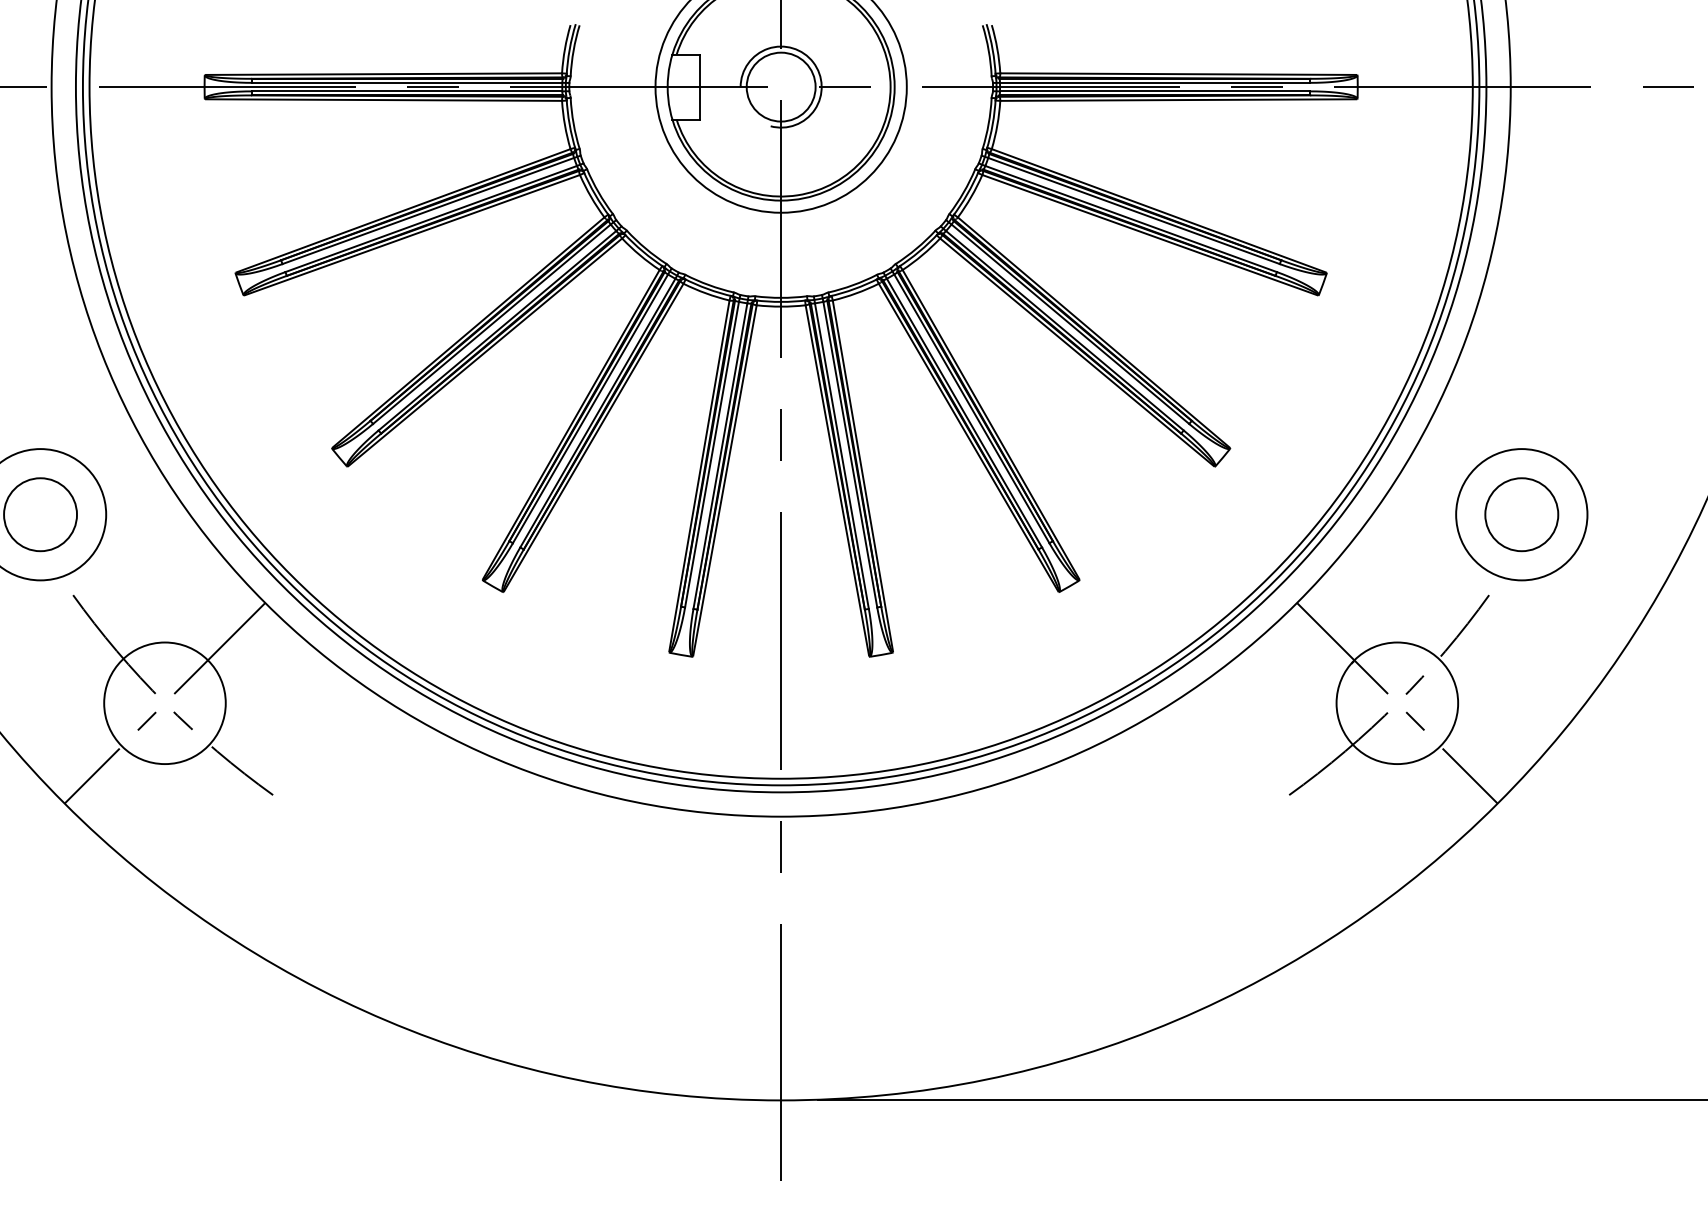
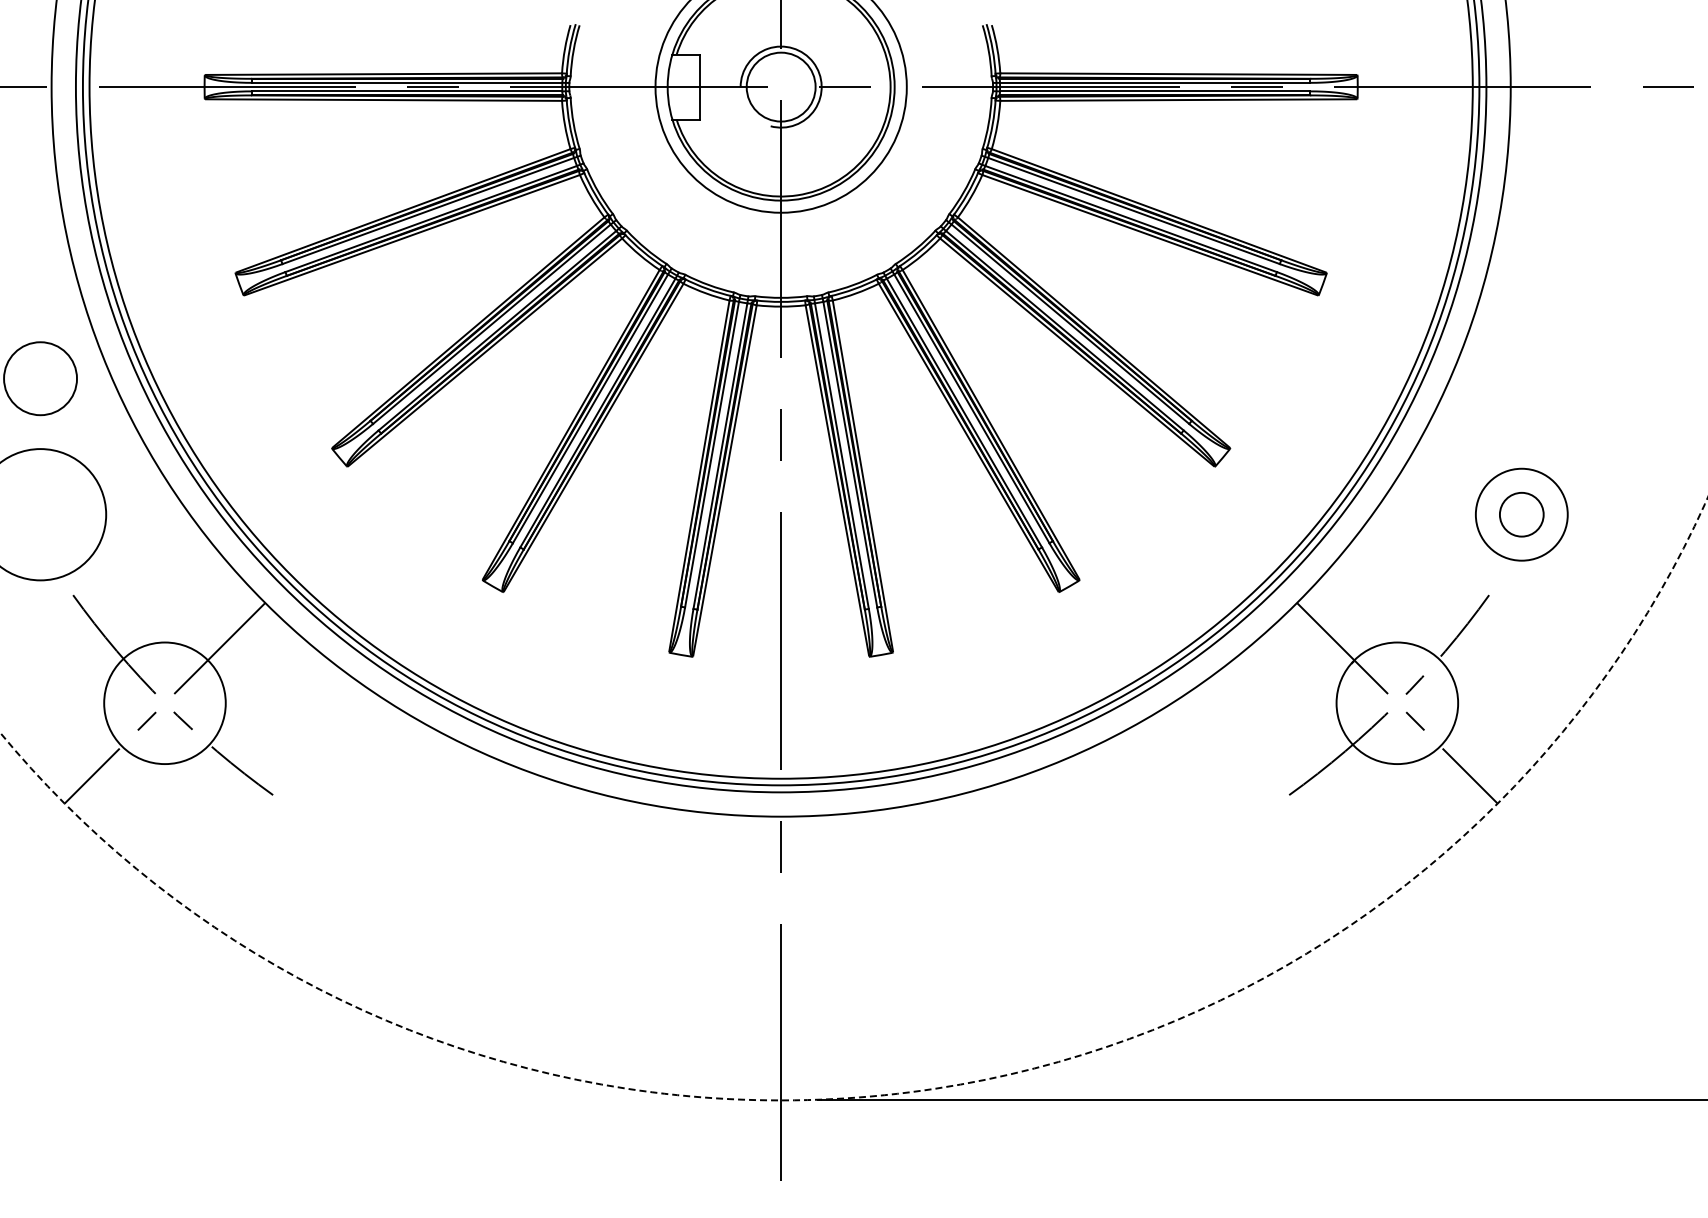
circle at (40, 514) position: (40, 514) -> (40, 378)
circle at (1521, 514) diameter: 131 px -> 92 px
circle at (1521, 514) diameter: 73 px -> 44 px
circle at (853, 798): solid -> dashed
